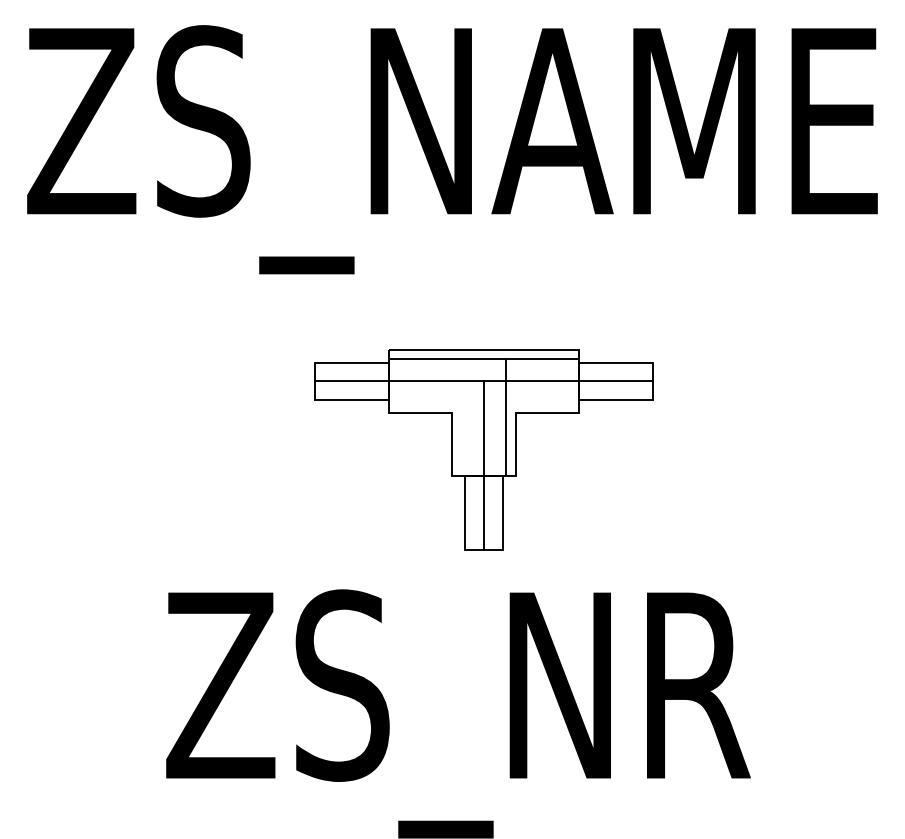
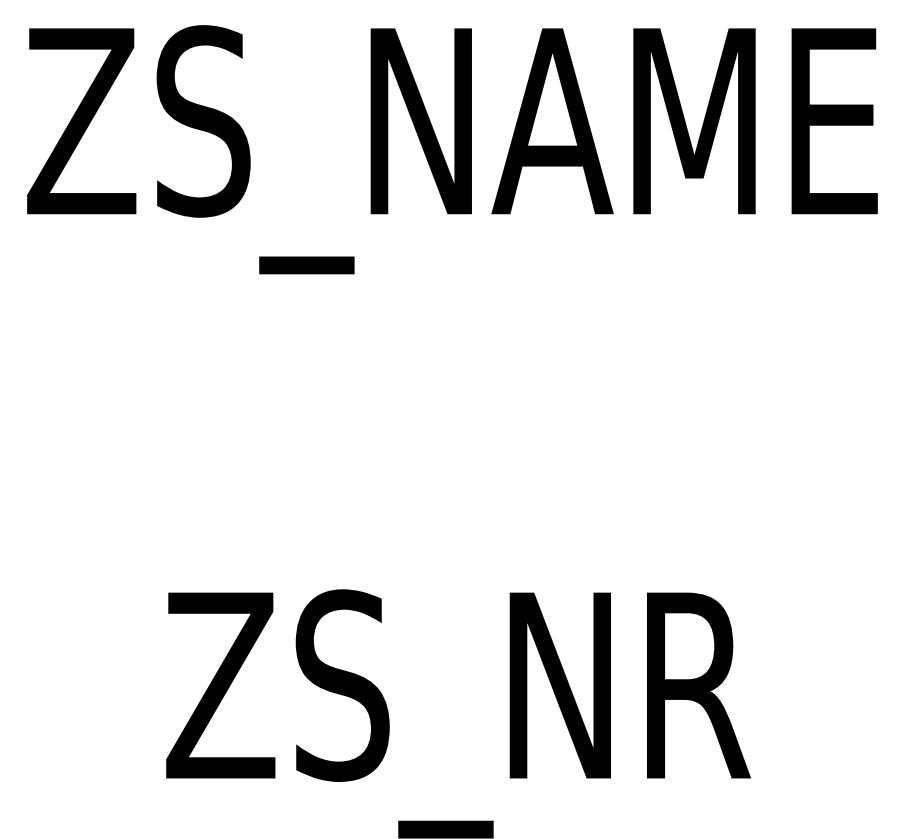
part at (483, 449): present -> none
